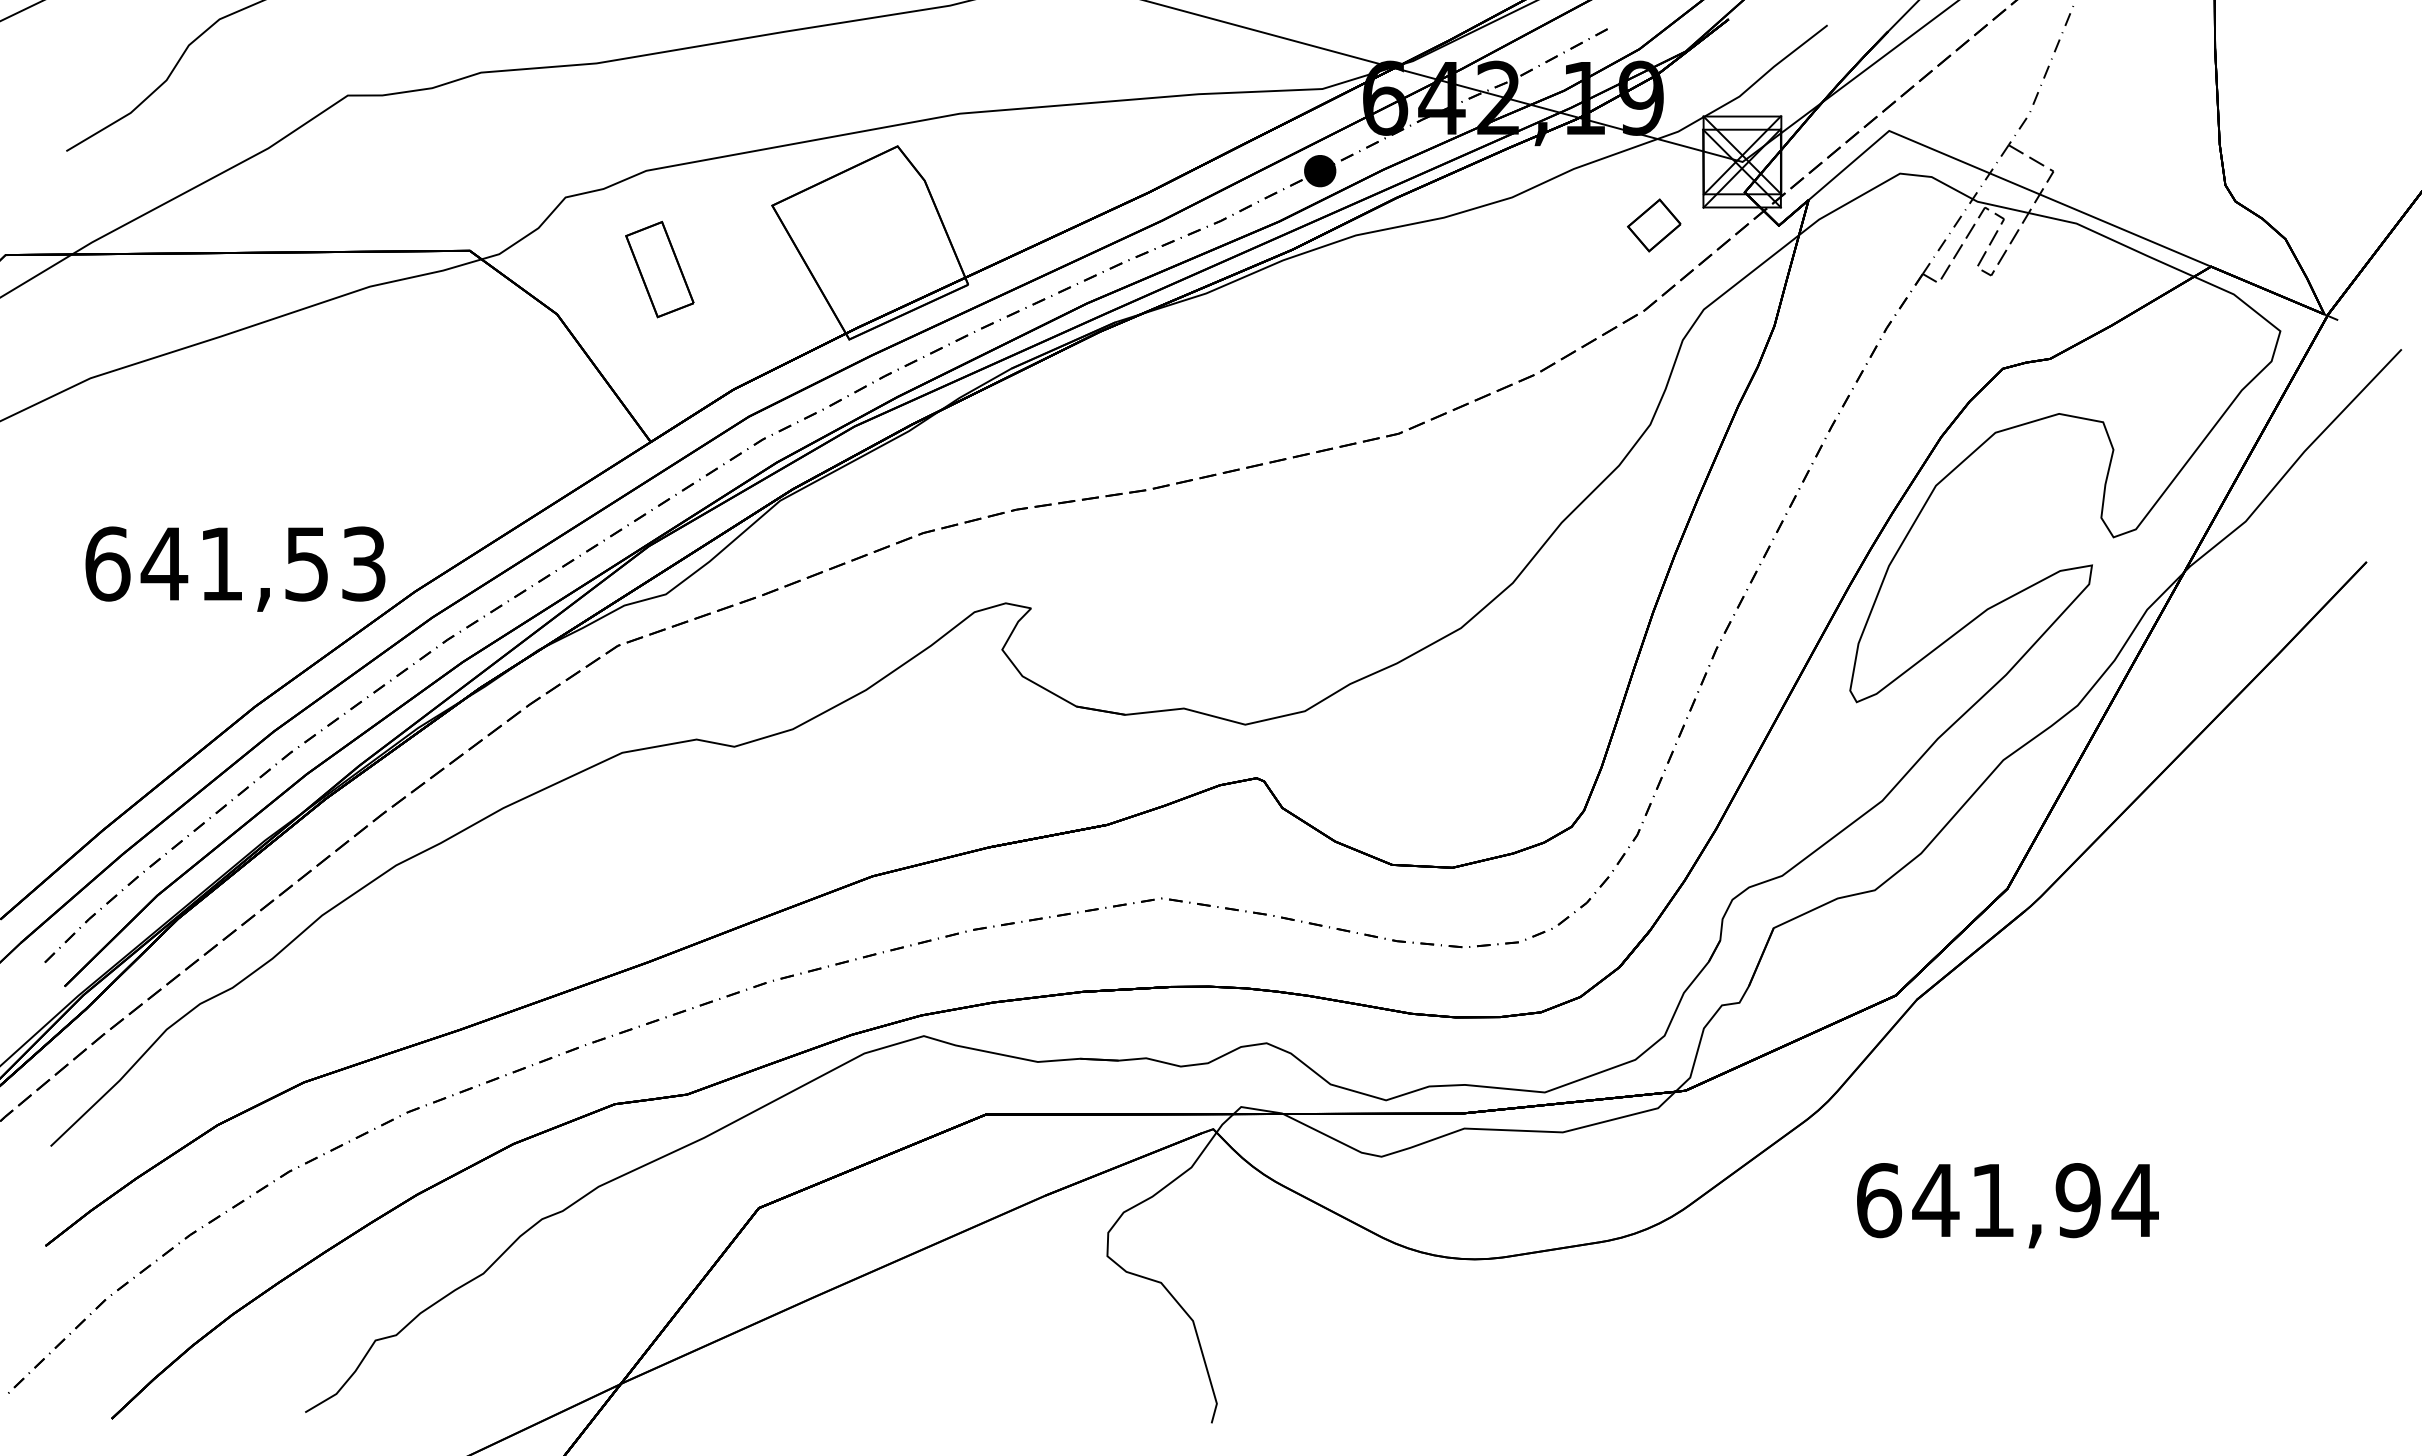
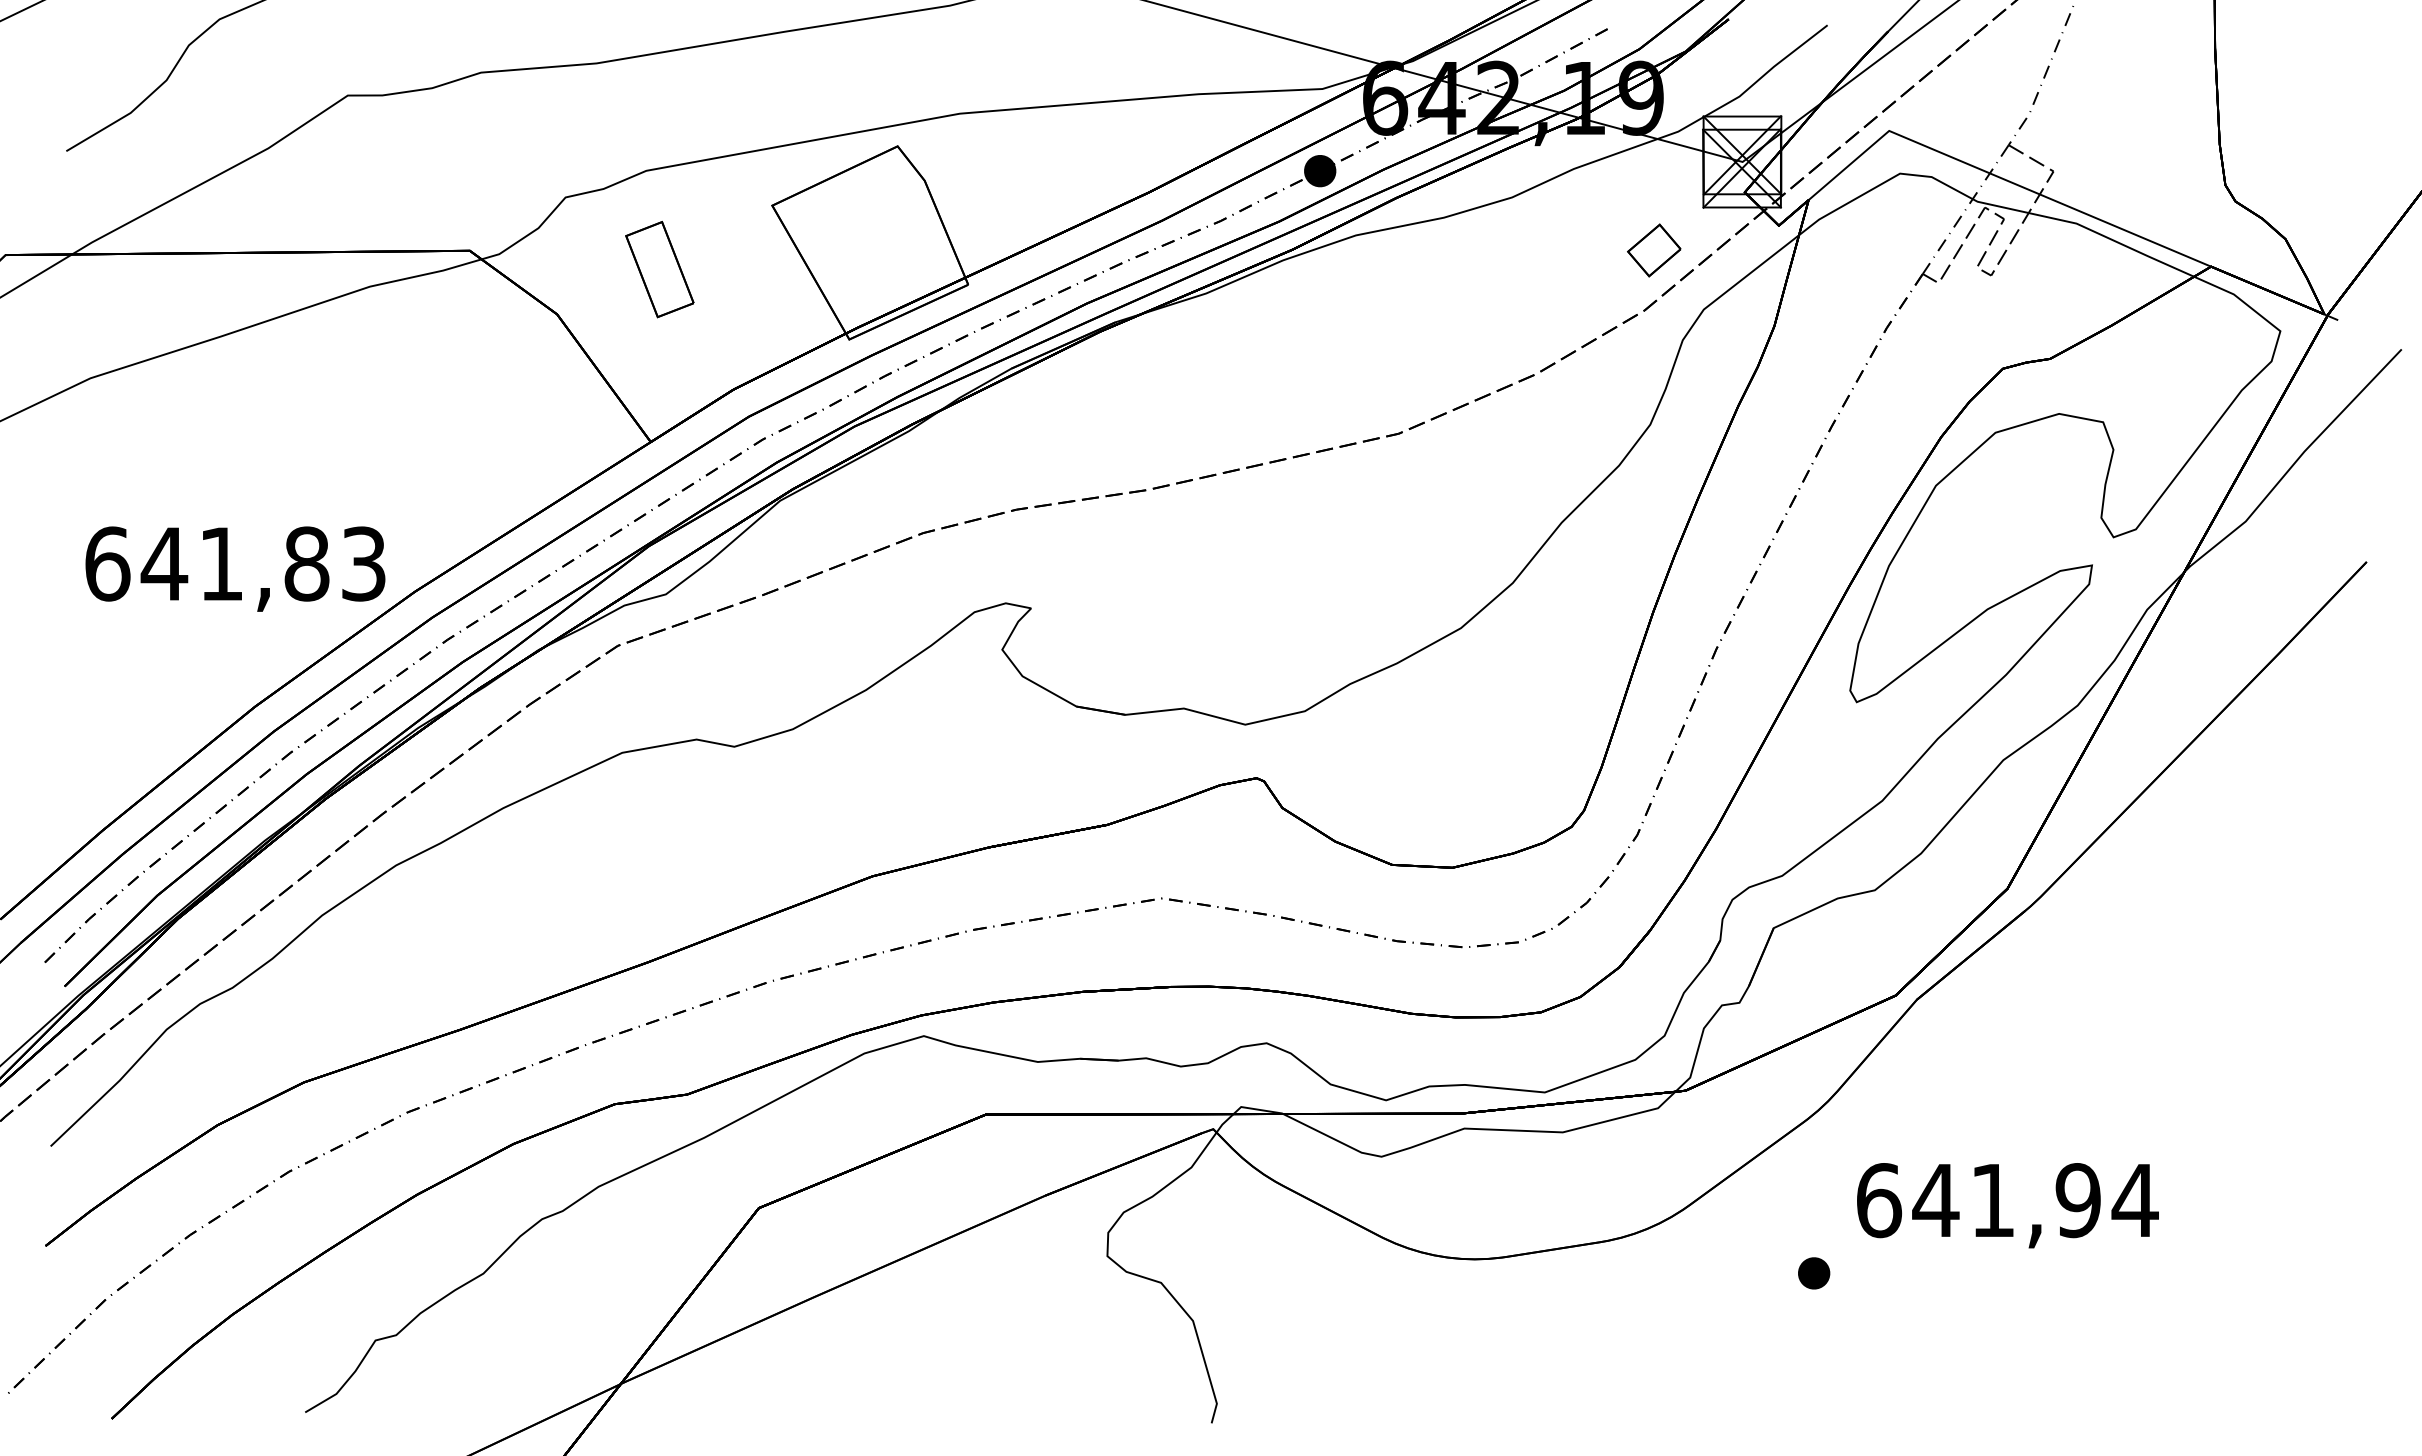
part at (1654, 225) position: (1654, 225) -> (1654, 250)
text at (306, 563): 641,53 -> 641,83
part at (1814, 1273): none -> present
